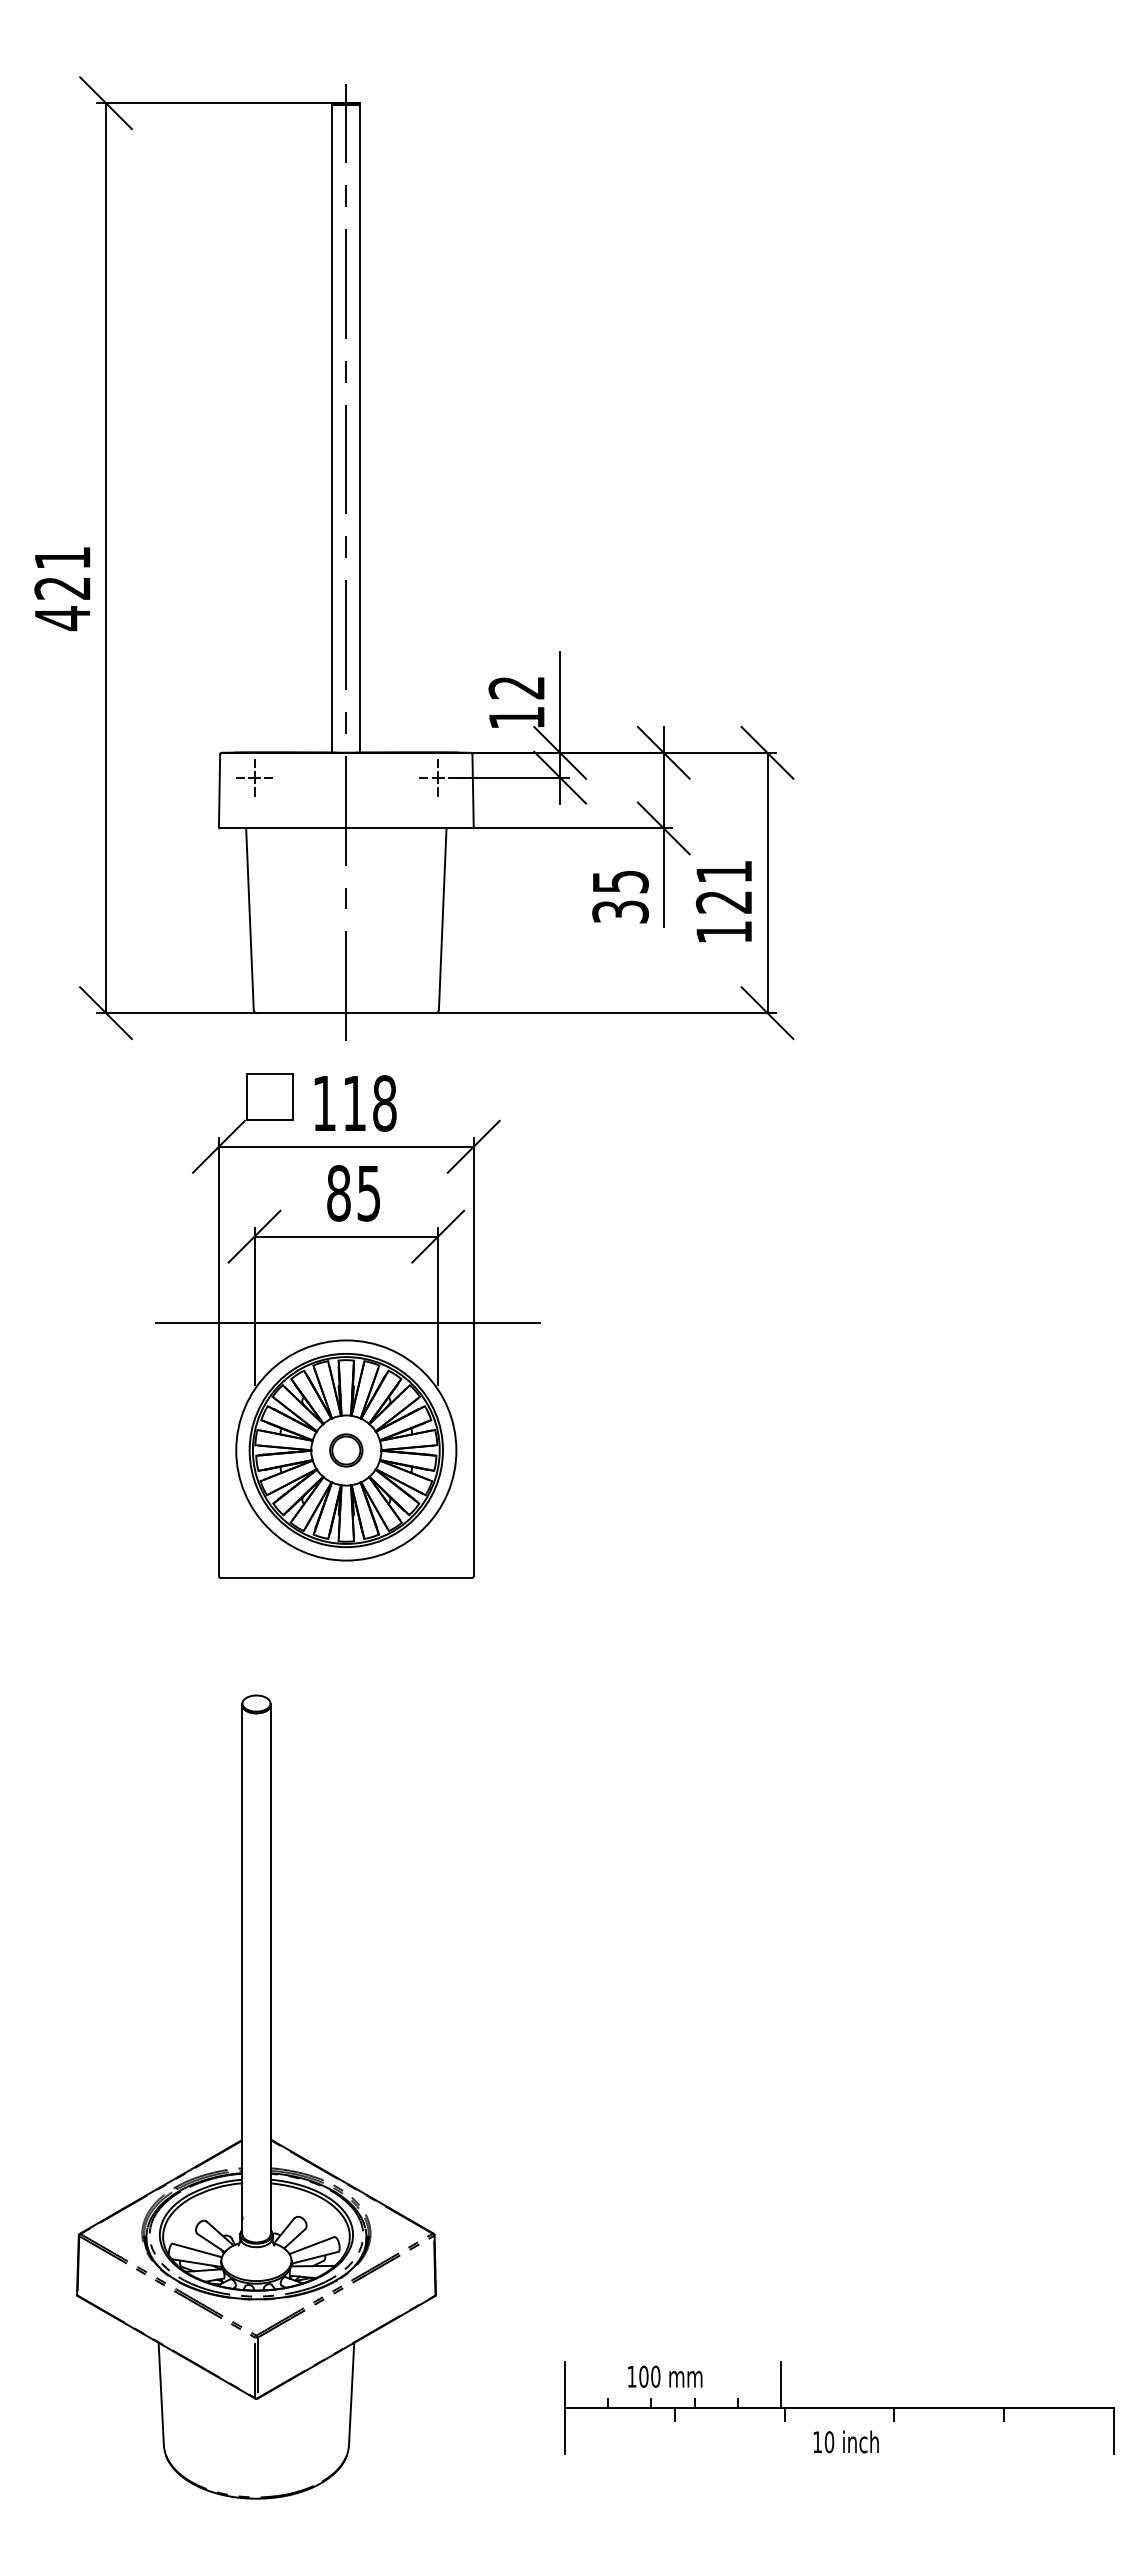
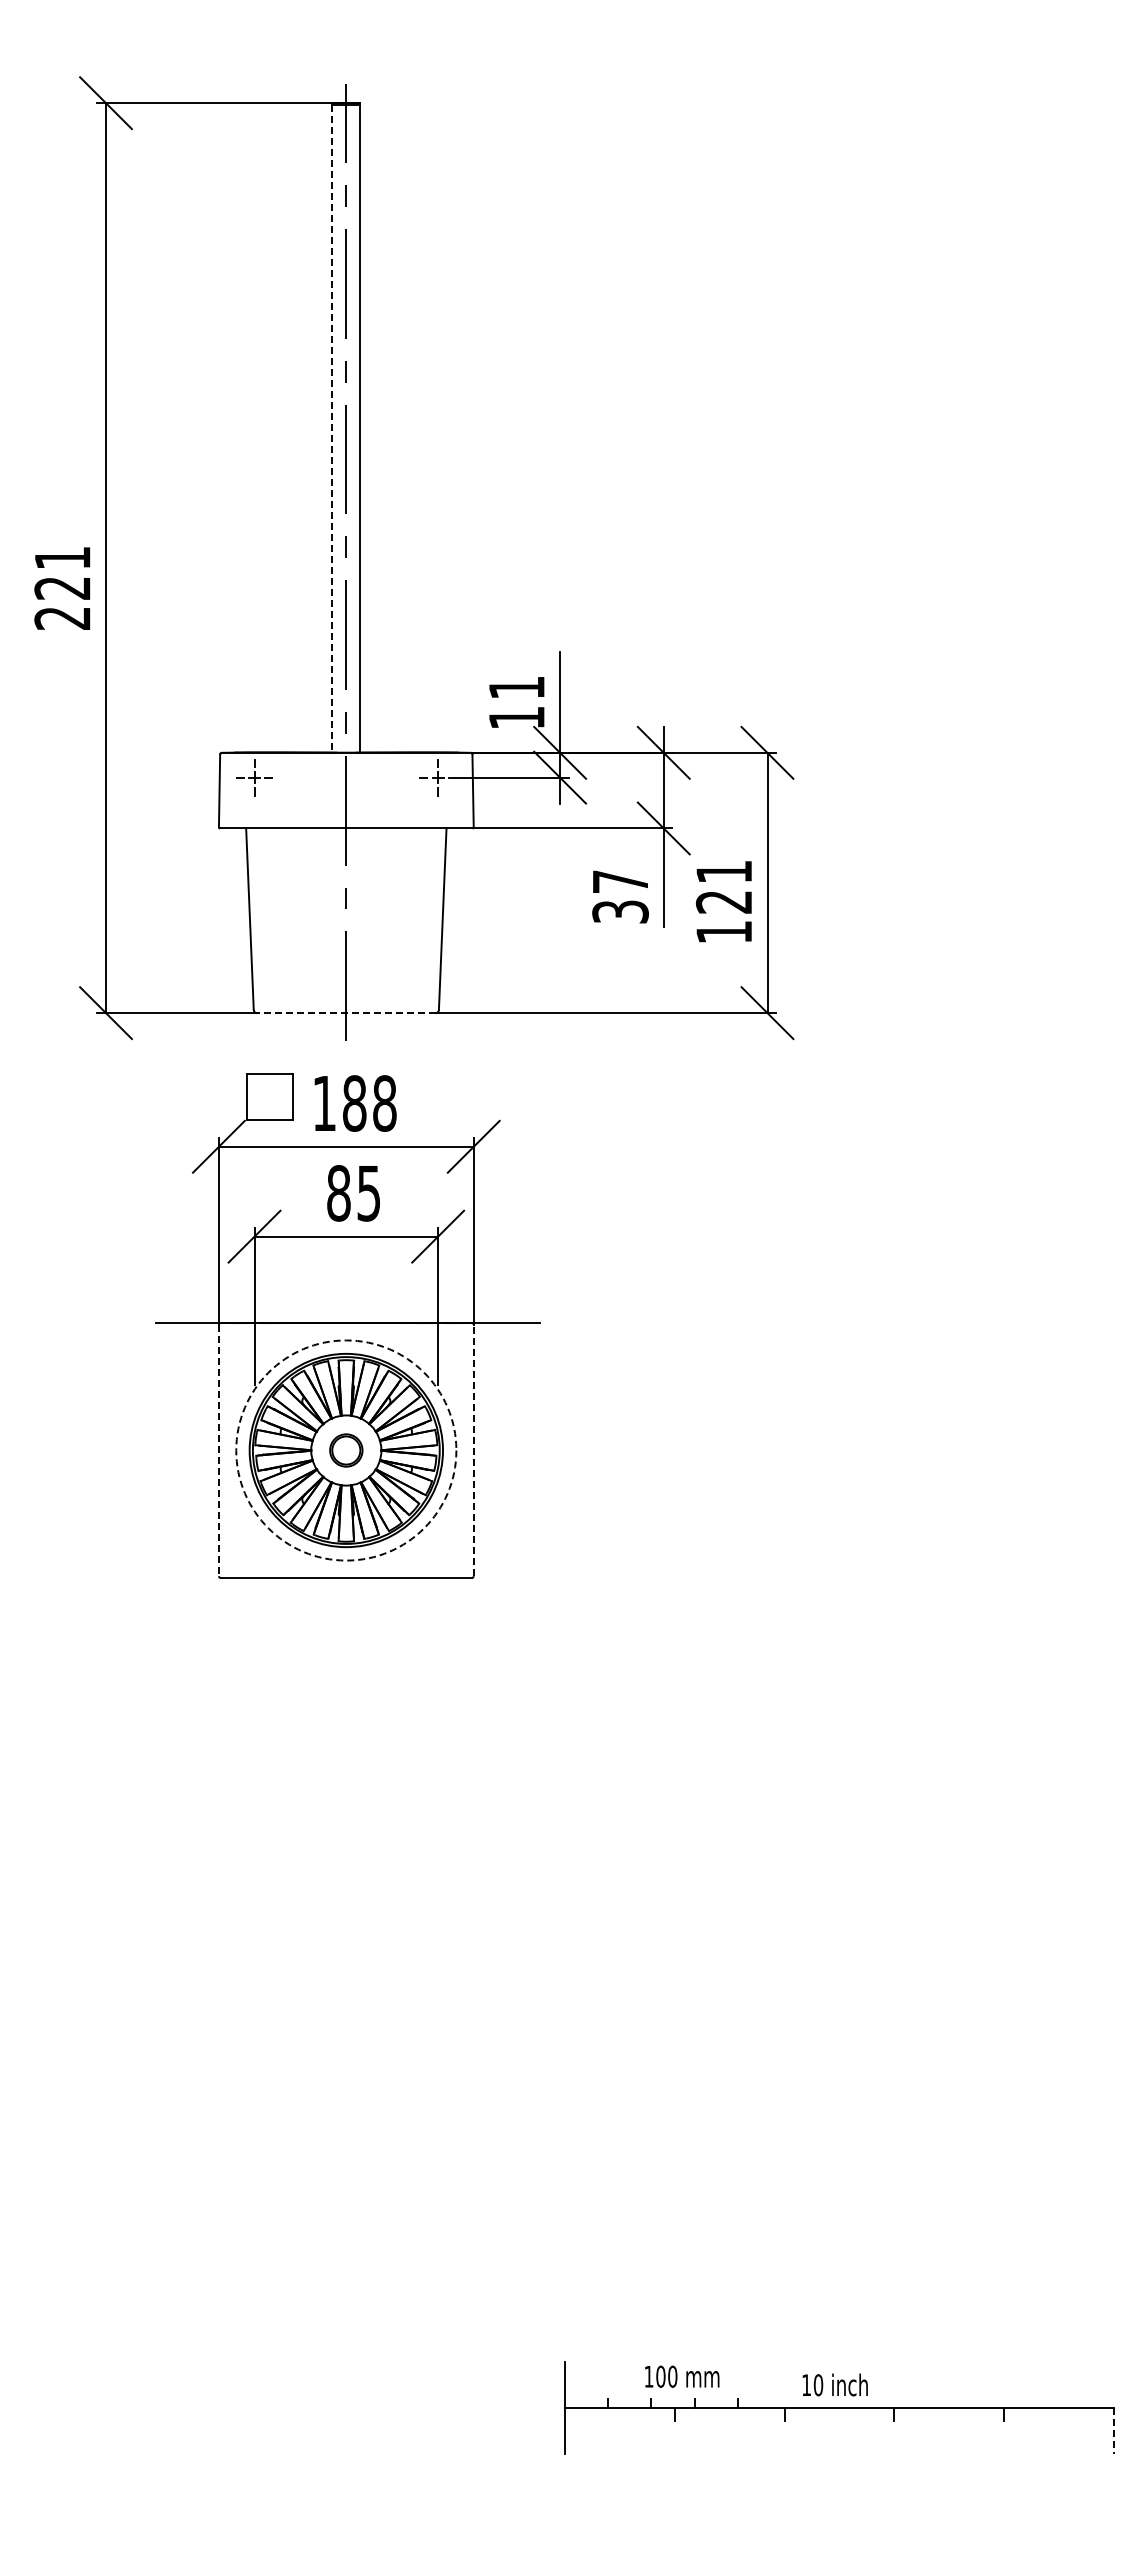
line at (332, 429): solid -> dashed
text at (62, 618): 421 -> 221
text at (516, 688): 12 -> 11
text at (620, 881): 35 -> 37
line at (345, 1013): solid -> dashed
text at (354, 1103): 118 -> 188
line at (218, 1450): solid -> dashed
circle at (346, 1450): solid -> dashed
line at (473, 1450): solid -> dashed
part at (256, 2096): present -> none
text at (665, 2376) position: (665, 2376) -> (682, 2376)
line at (781, 2384): present -> none
line at (1113, 2431): solid -> dashed
text at (845, 2441) position: (845, 2441) -> (834, 2384)
